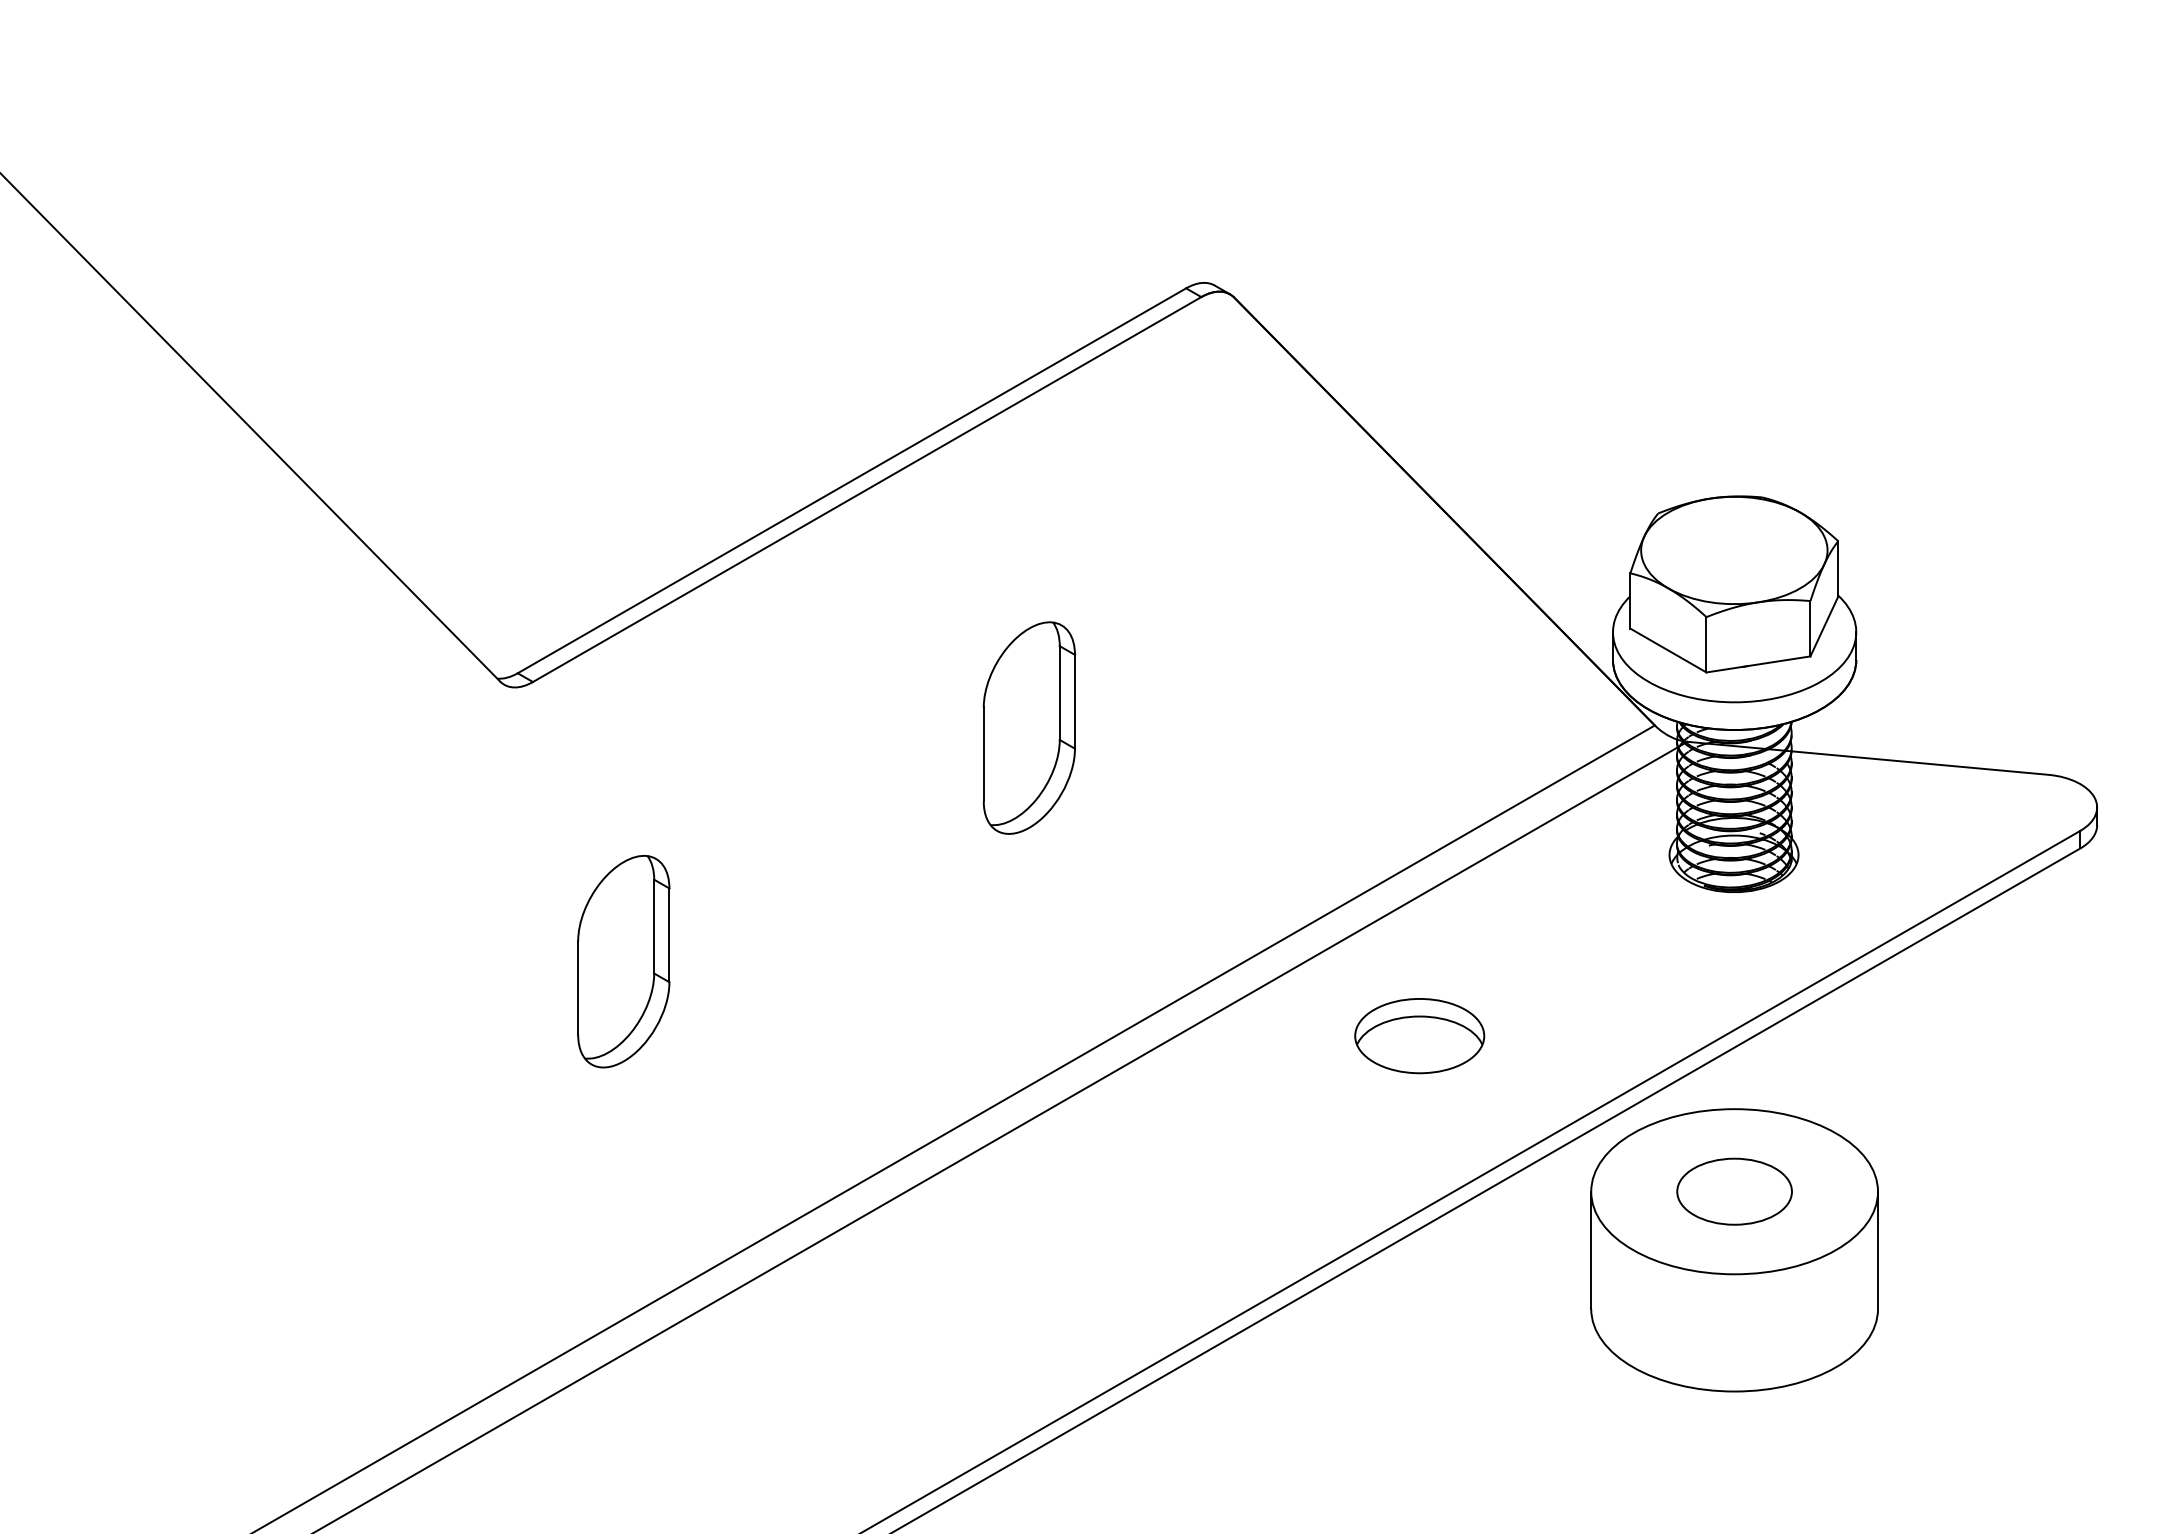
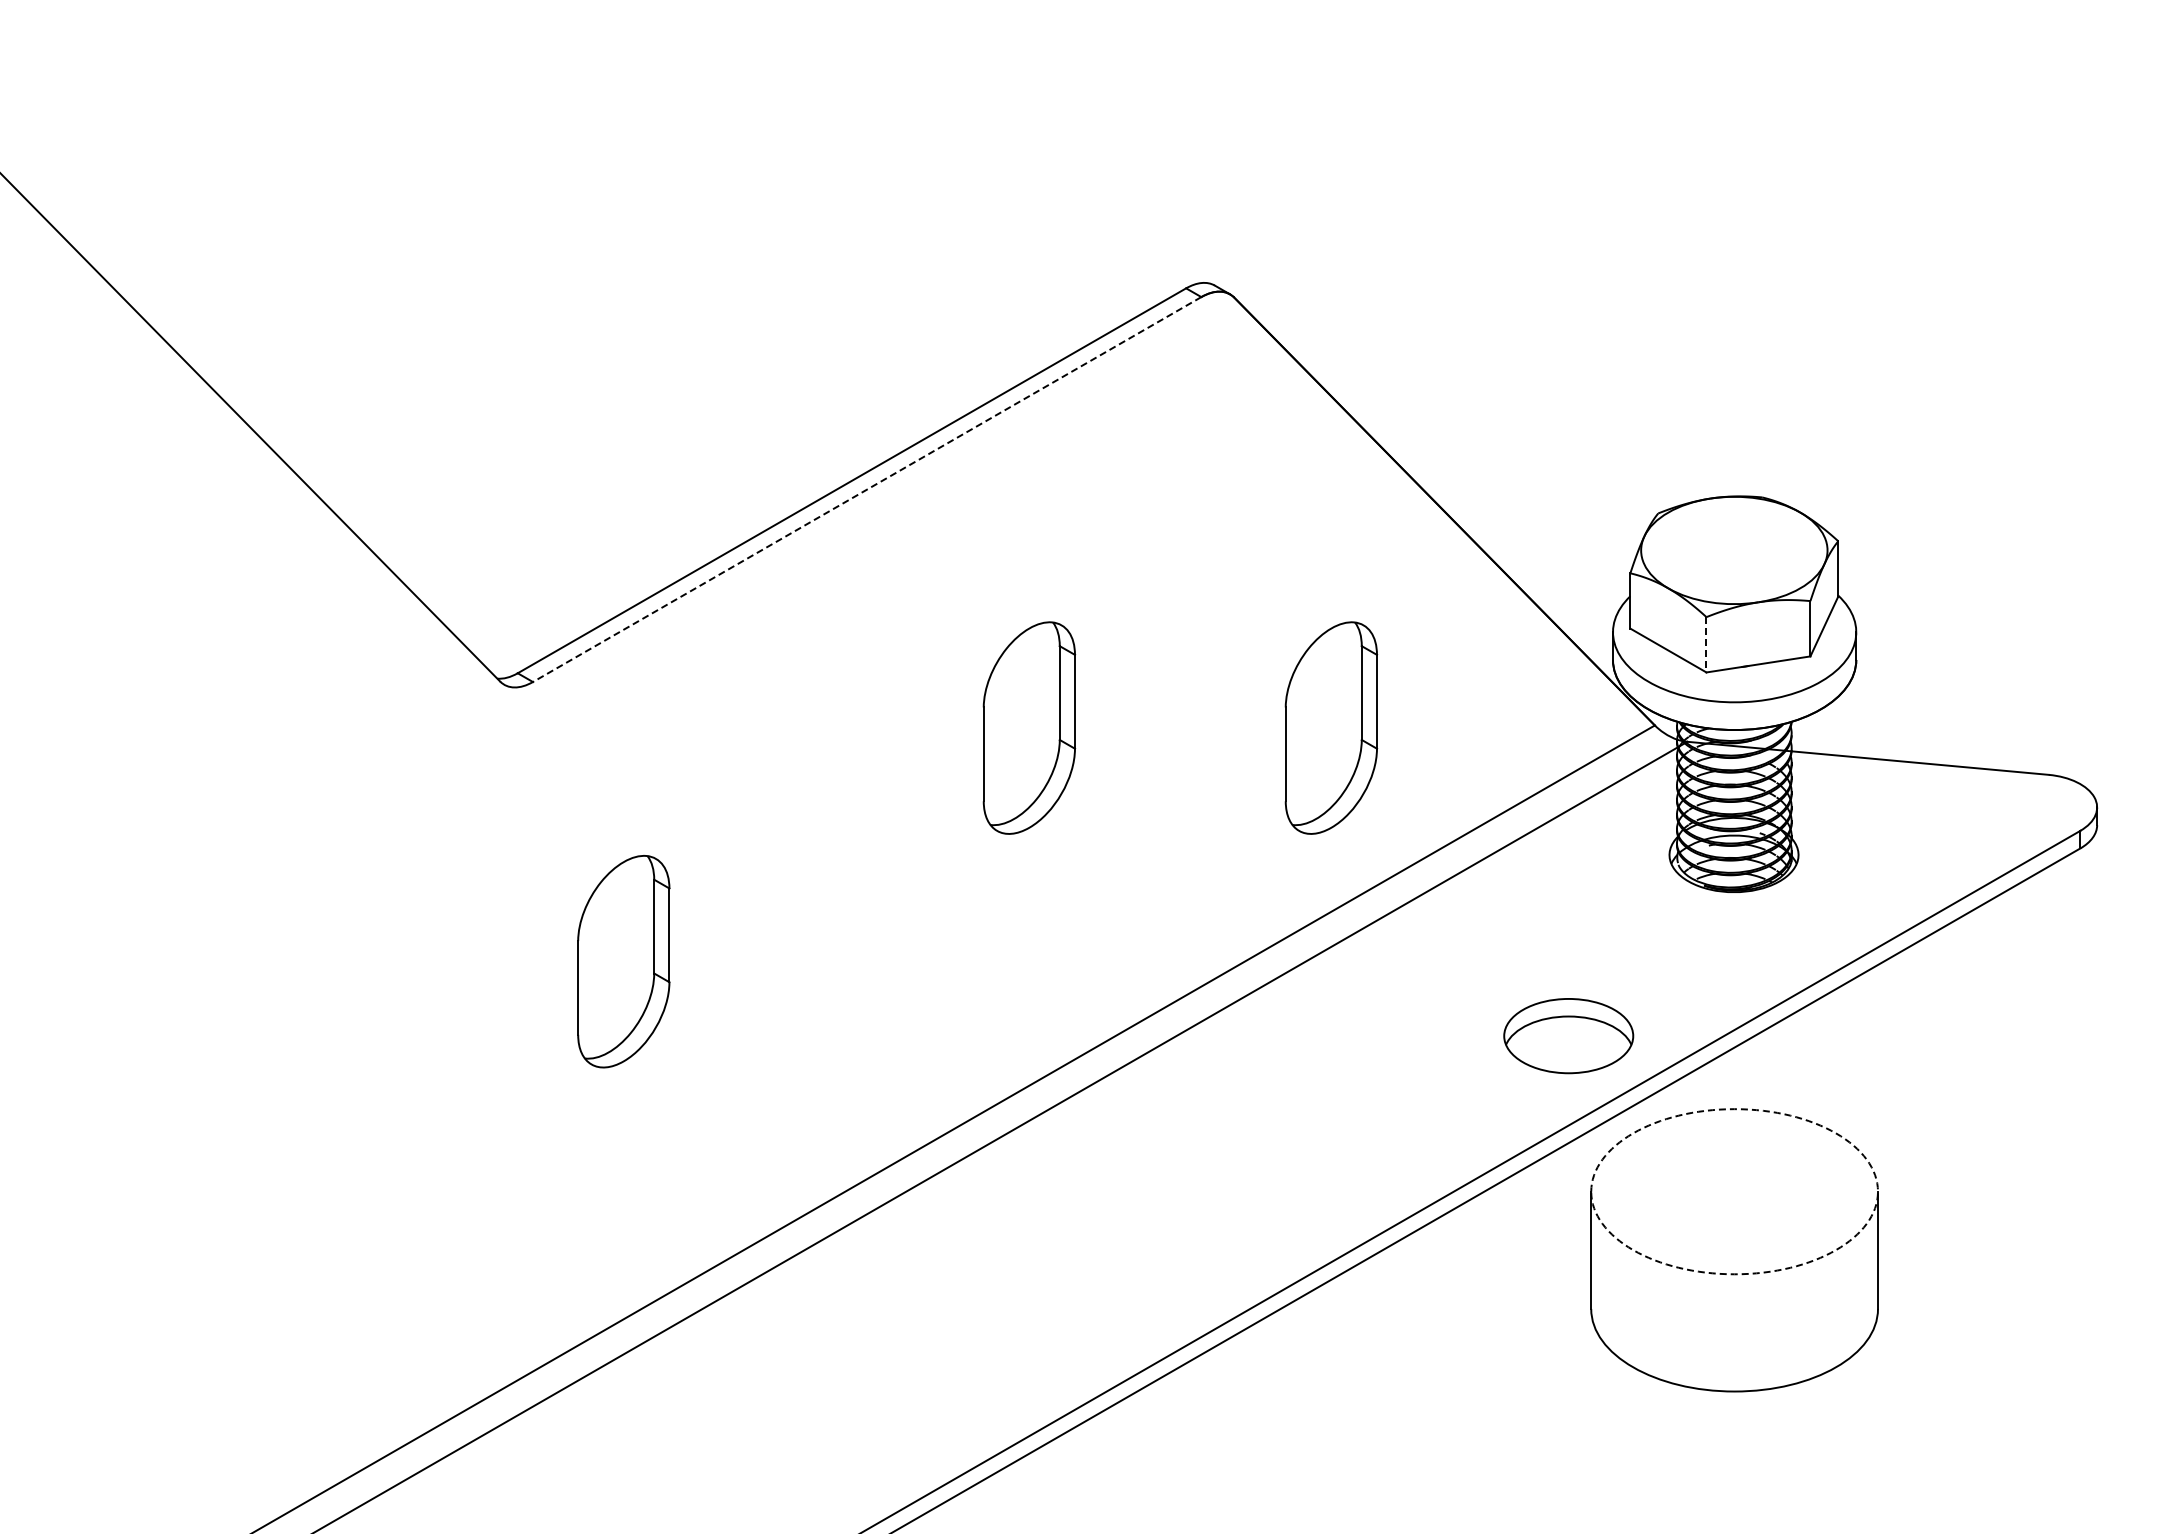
line at (867, 489): solid -> dashed
line at (1706, 644): solid -> dashed
part at (1331, 727): none -> present
part at (1419, 1036) position: (1419, 1036) -> (1568, 1036)
circle at (1734, 1191): present -> none
circle at (1734, 1191): solid -> dashed
